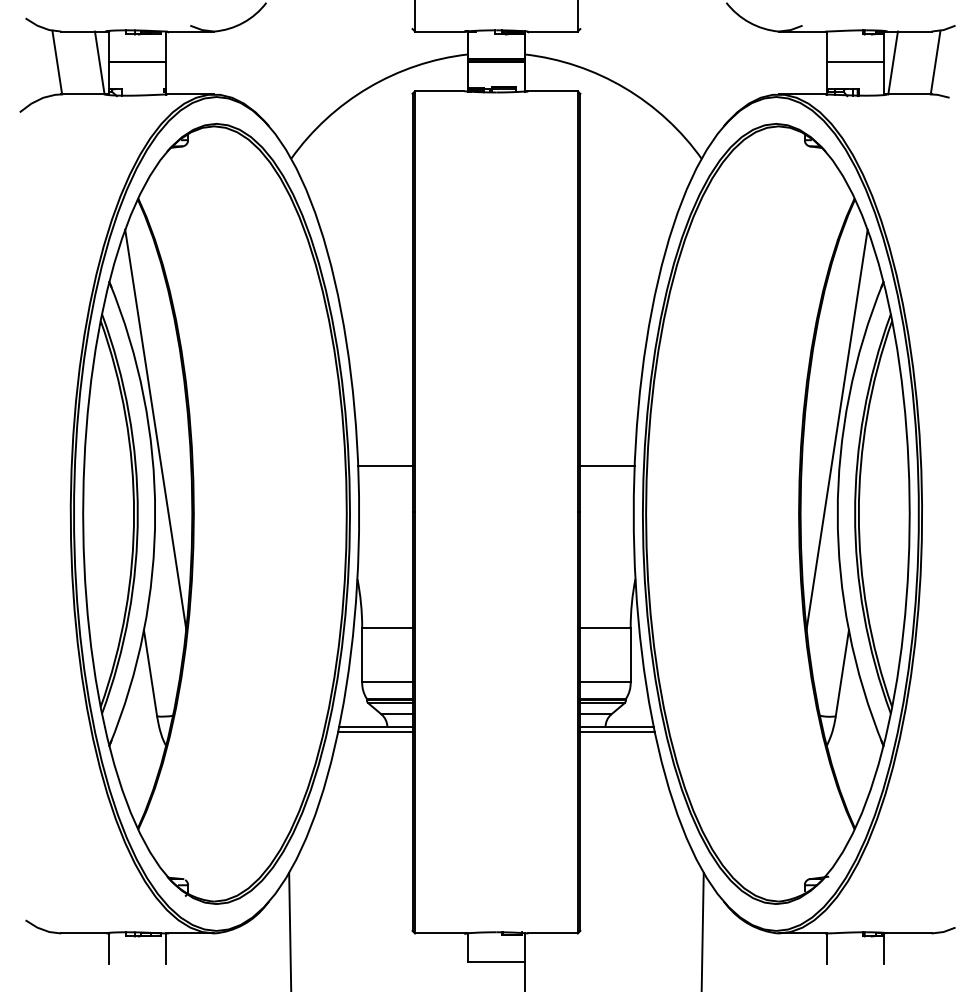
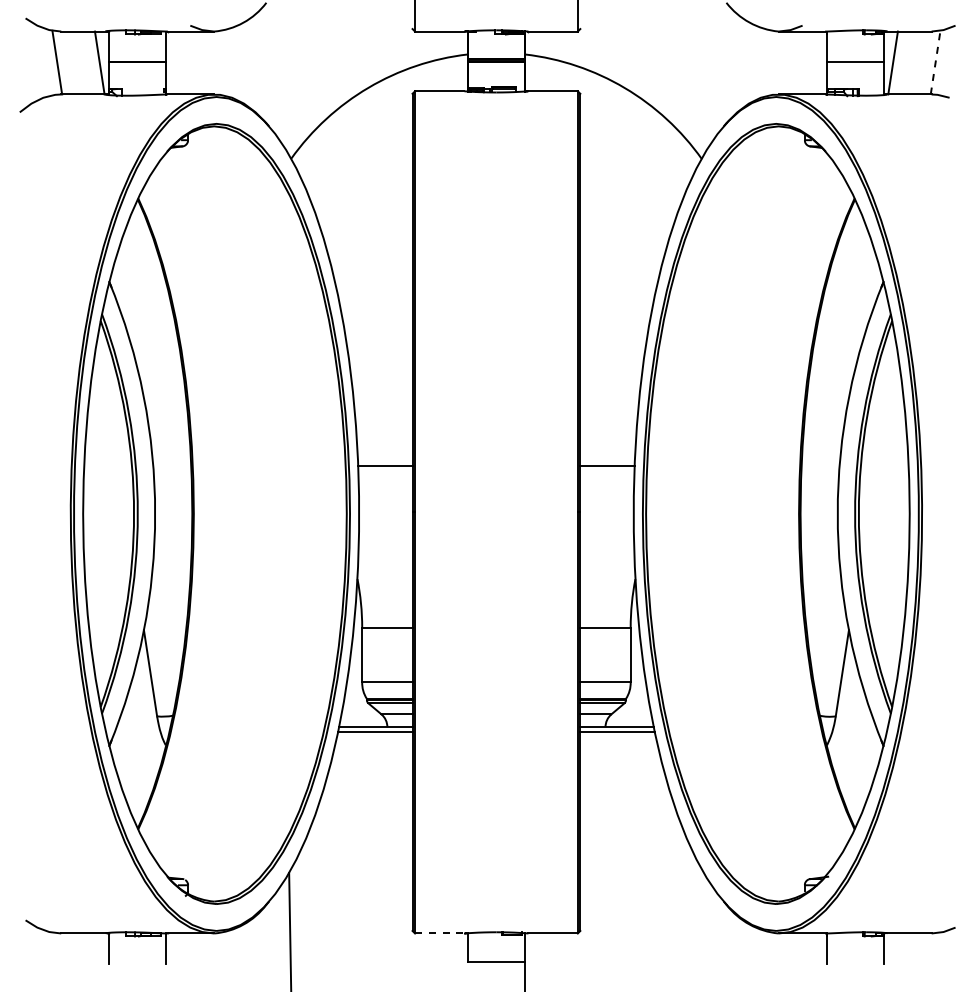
line at (935, 62): solid -> dashed
line at (155, 429): present -> none
line at (836, 429): present -> none
line at (702, 930): present -> none
line at (439, 933): solid -> dashed
